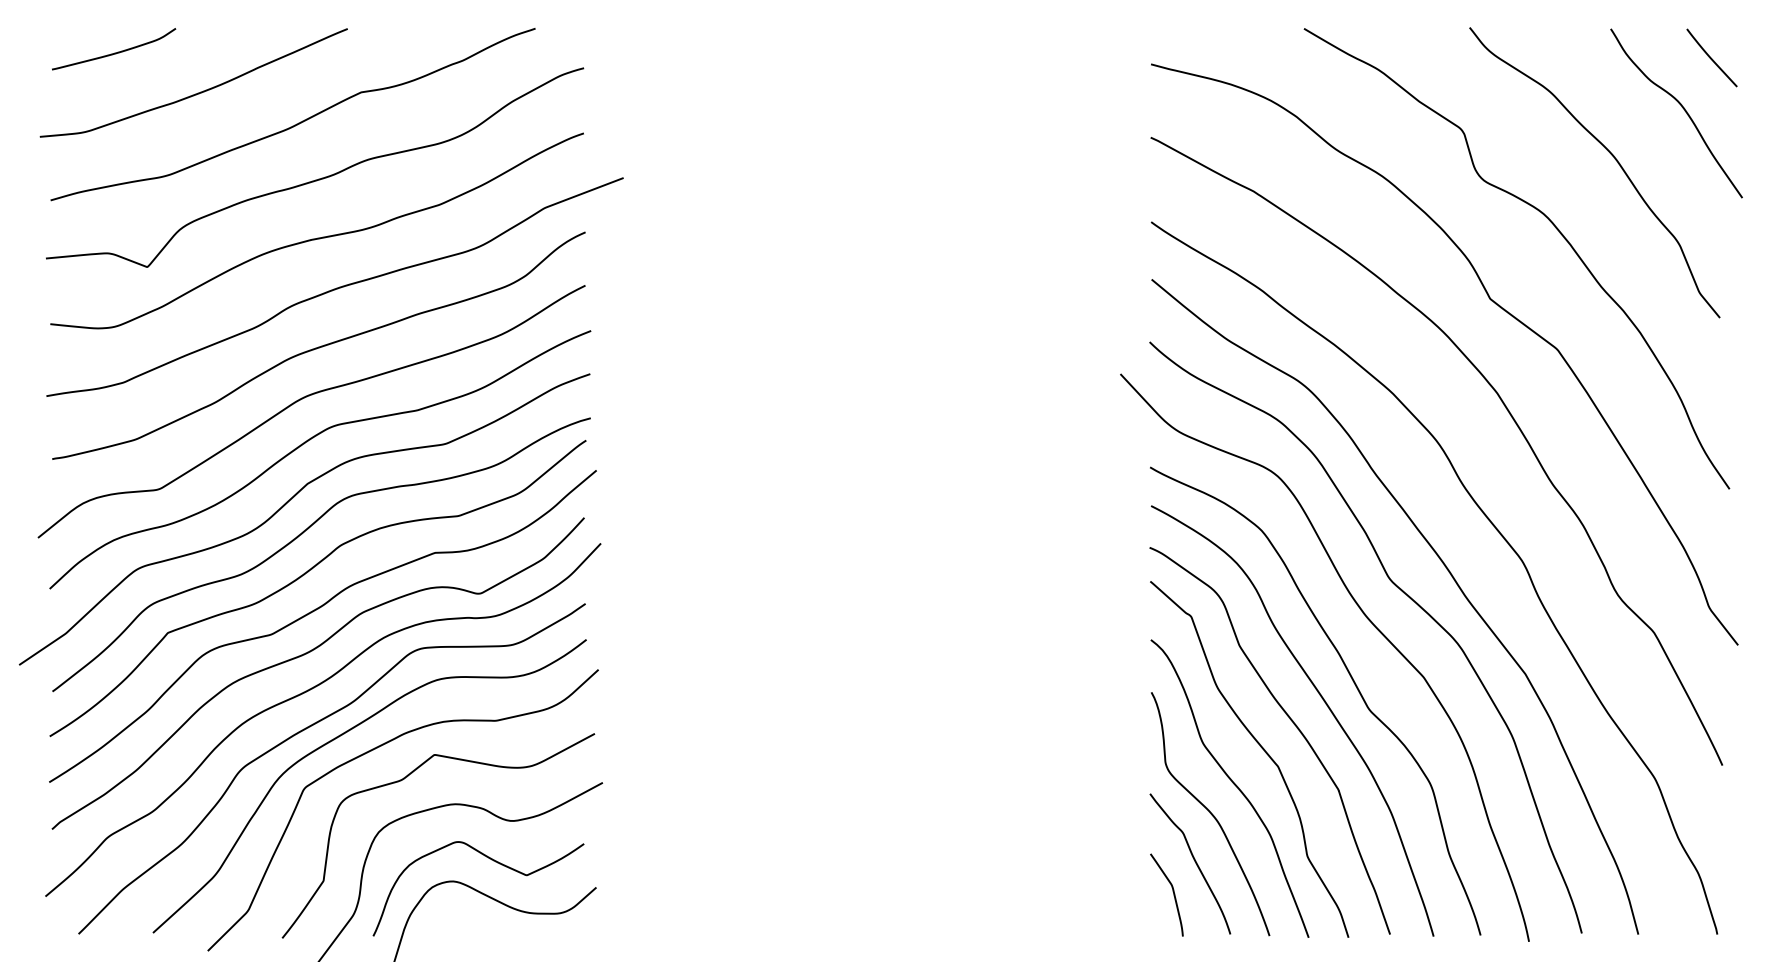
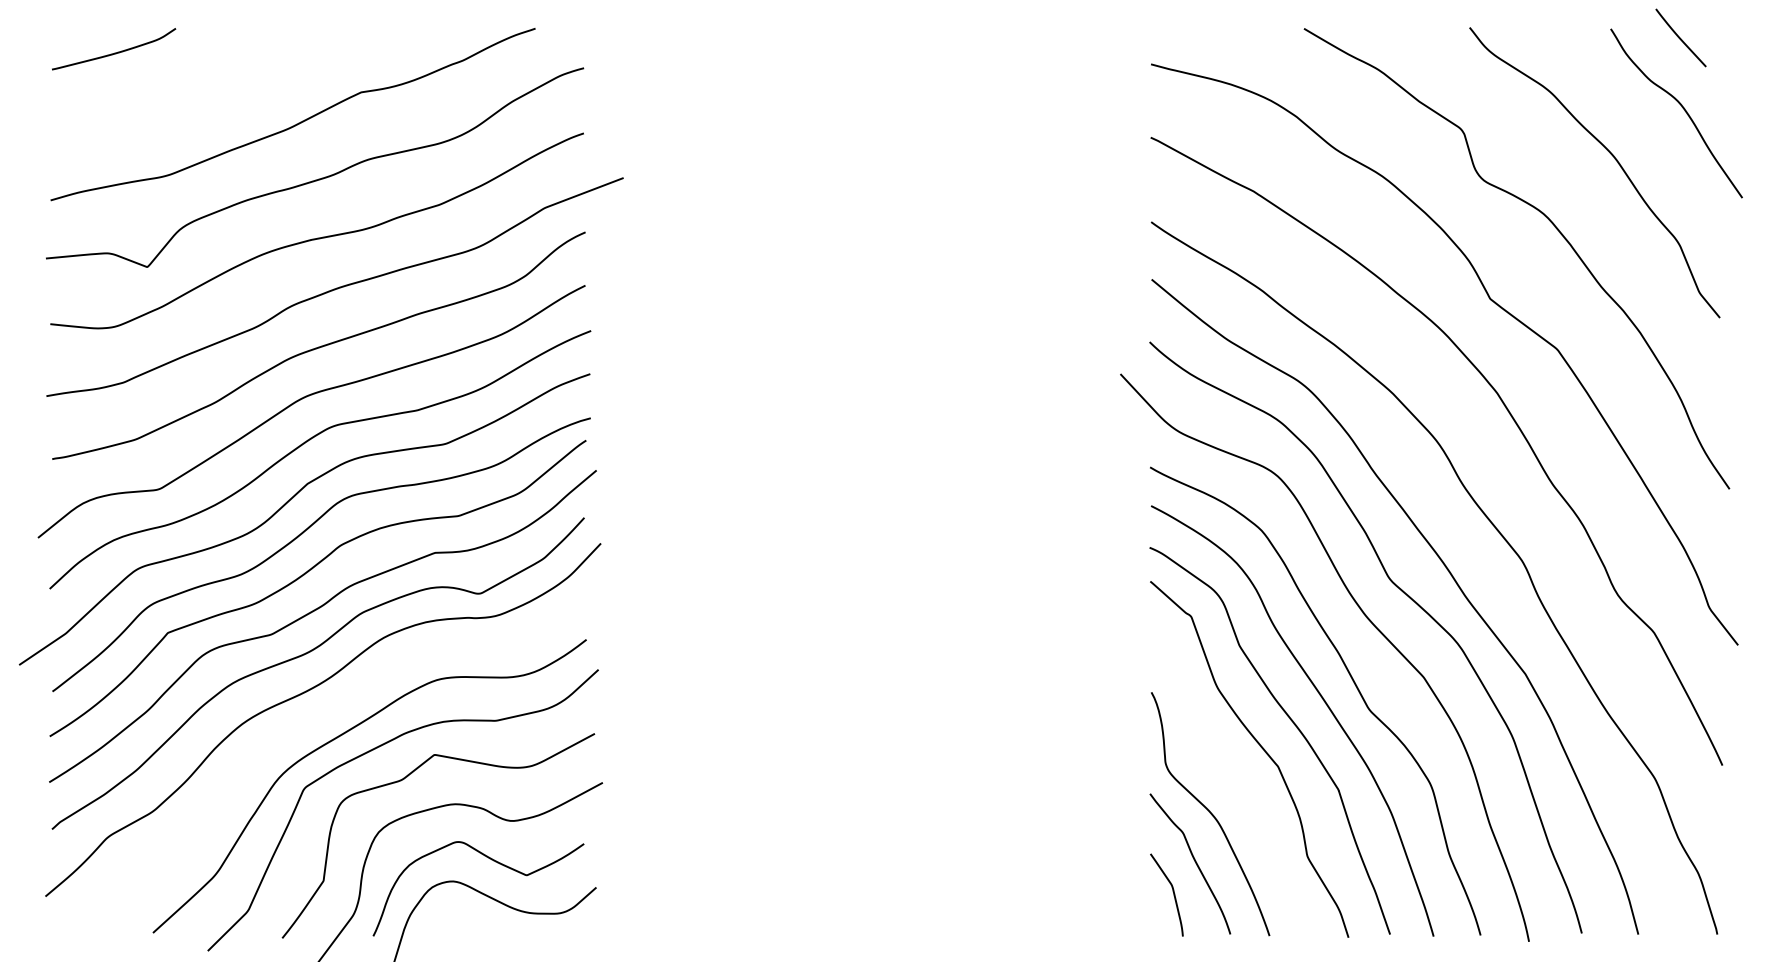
curve at (1711, 57) position: (1711, 57) -> (1680, 37)
curve at (198, 92): present -> none
curve at (310, 727): present -> none
curve at (1233, 784): present -> none
